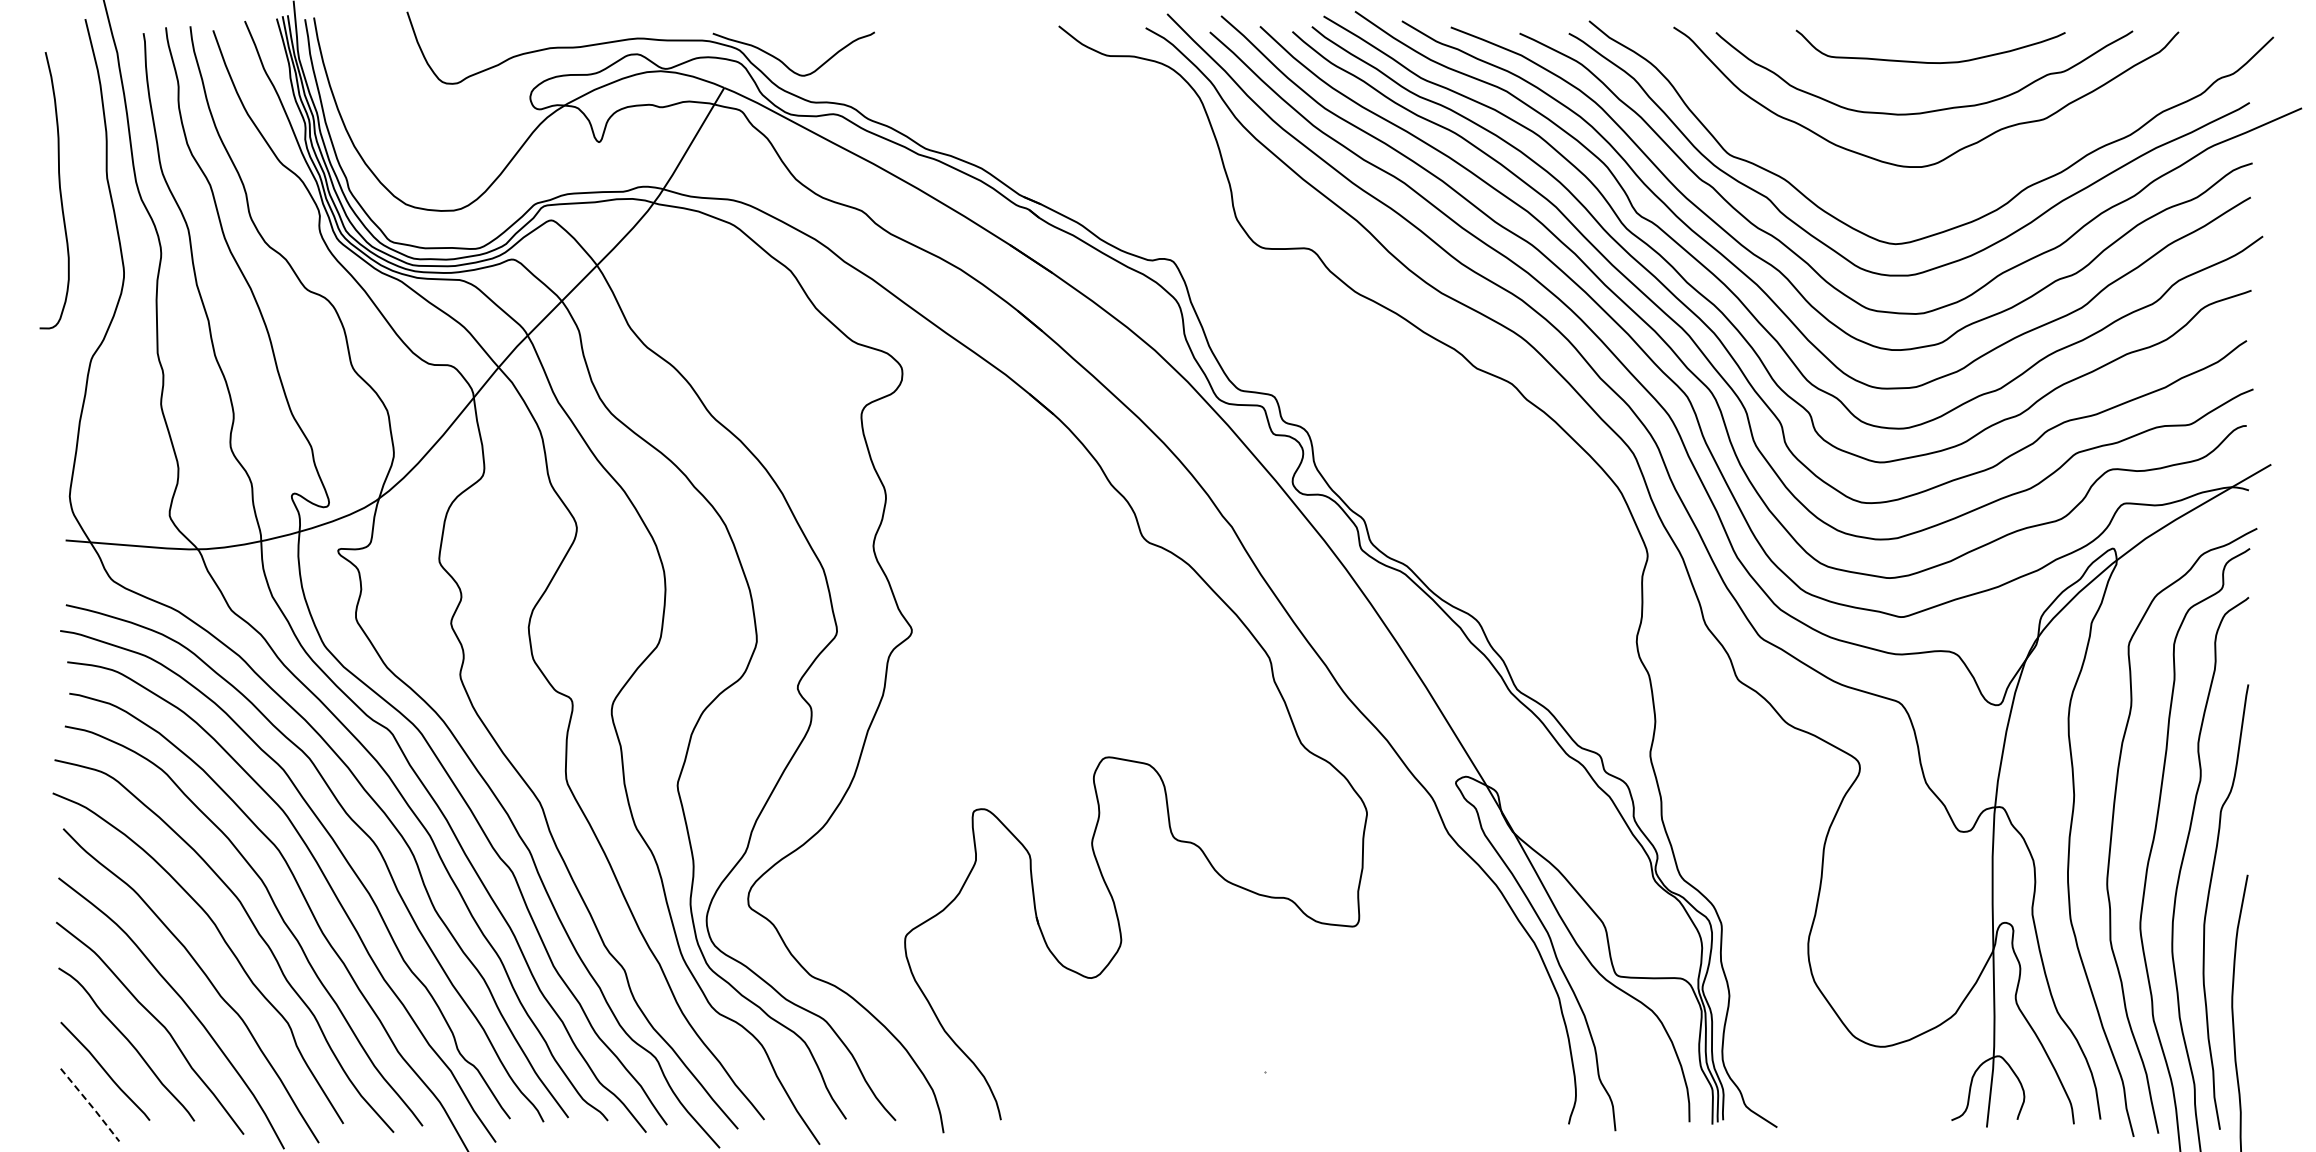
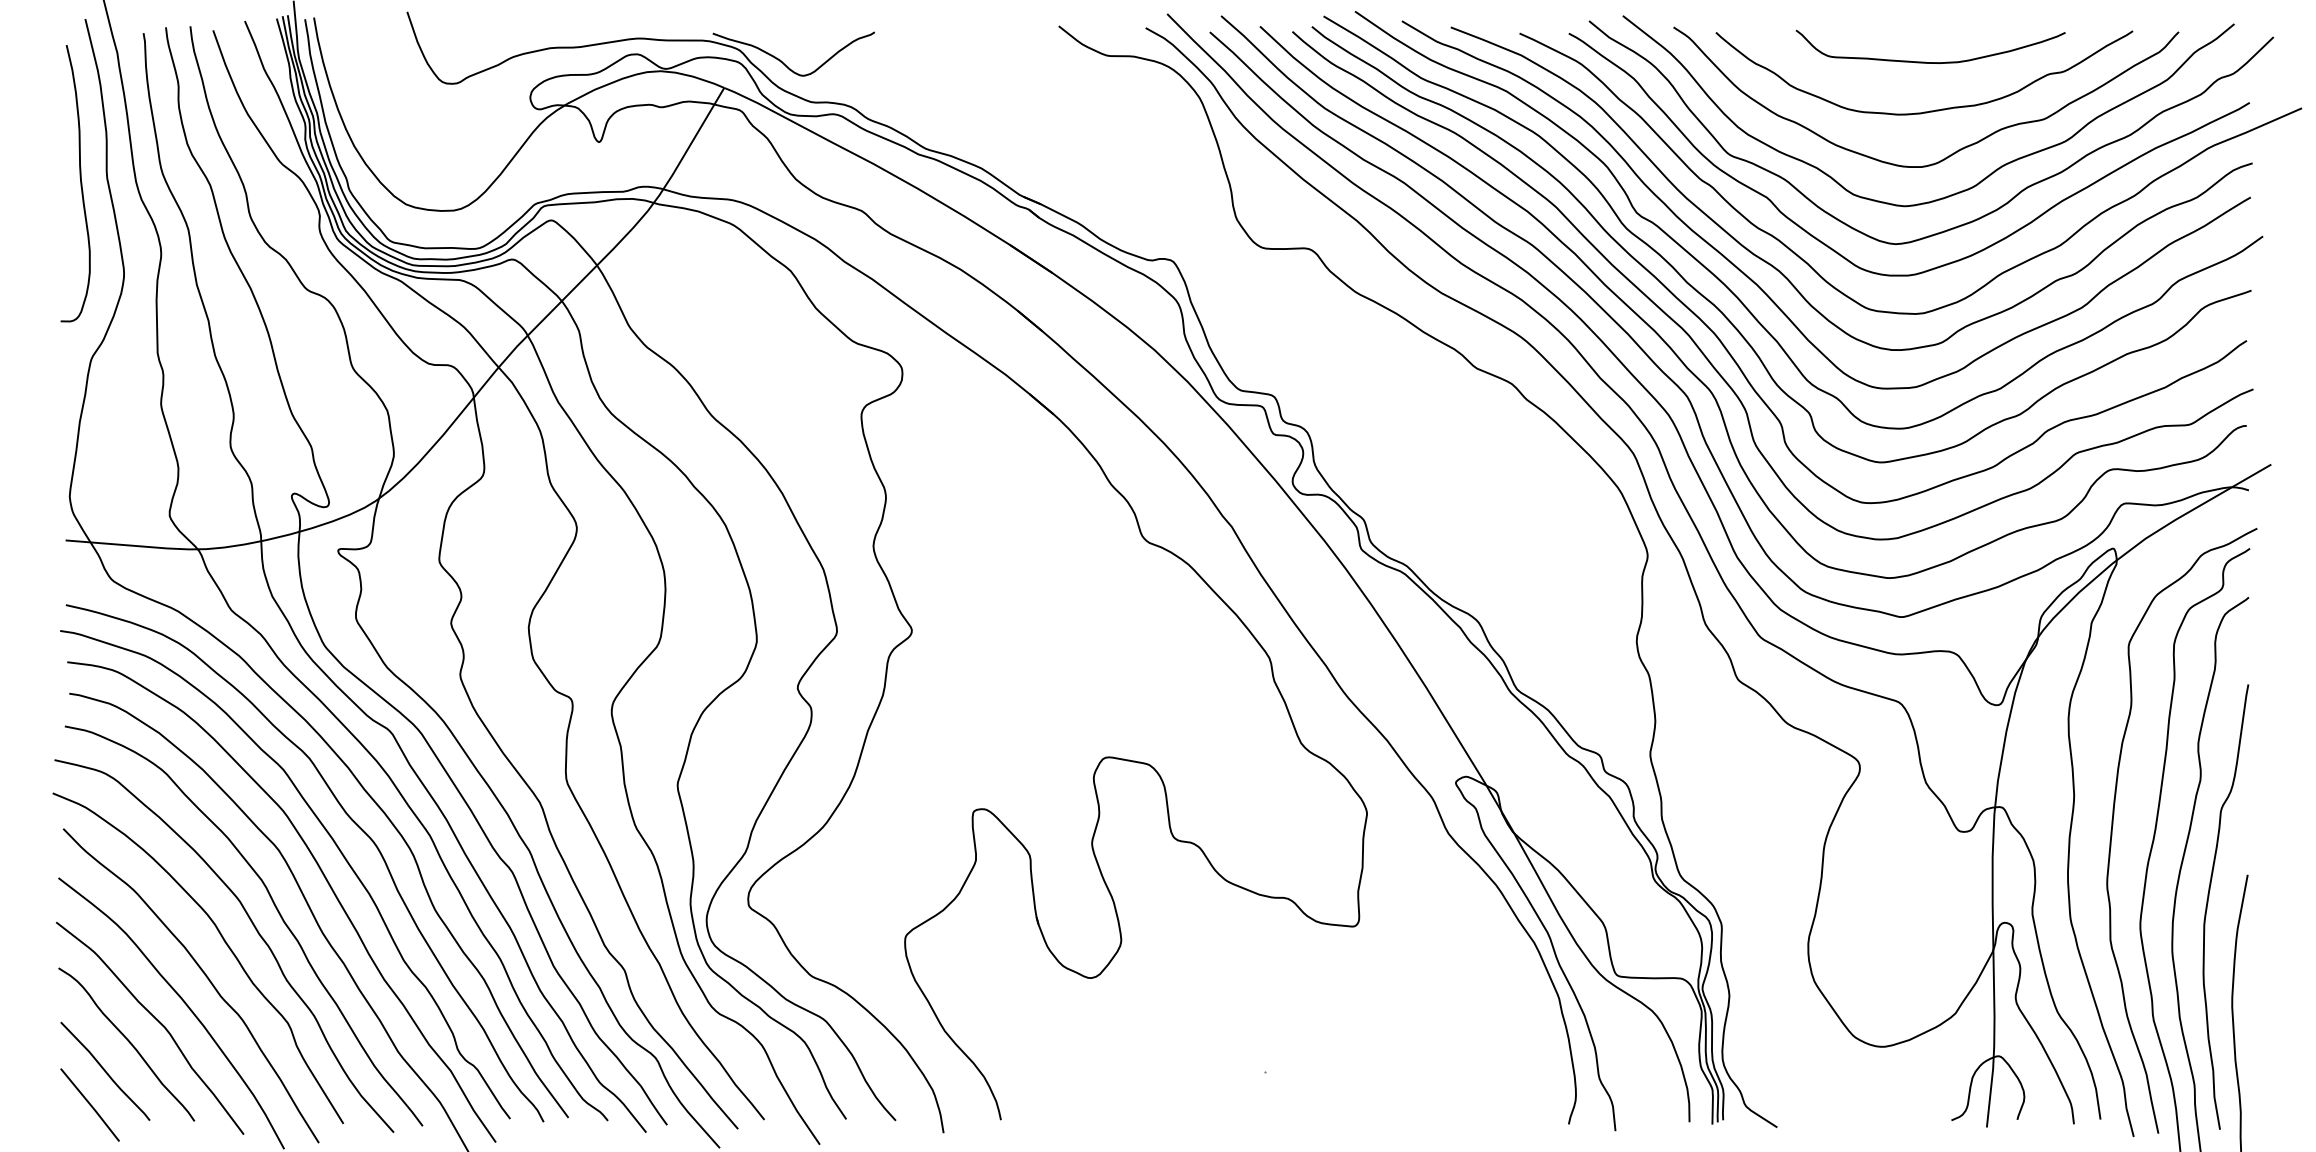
curve at (59, 190) position: (59, 190) -> (80, 183)
curve at (1961, 190): none -> present
line at (91, 1105): dashed -> solid
